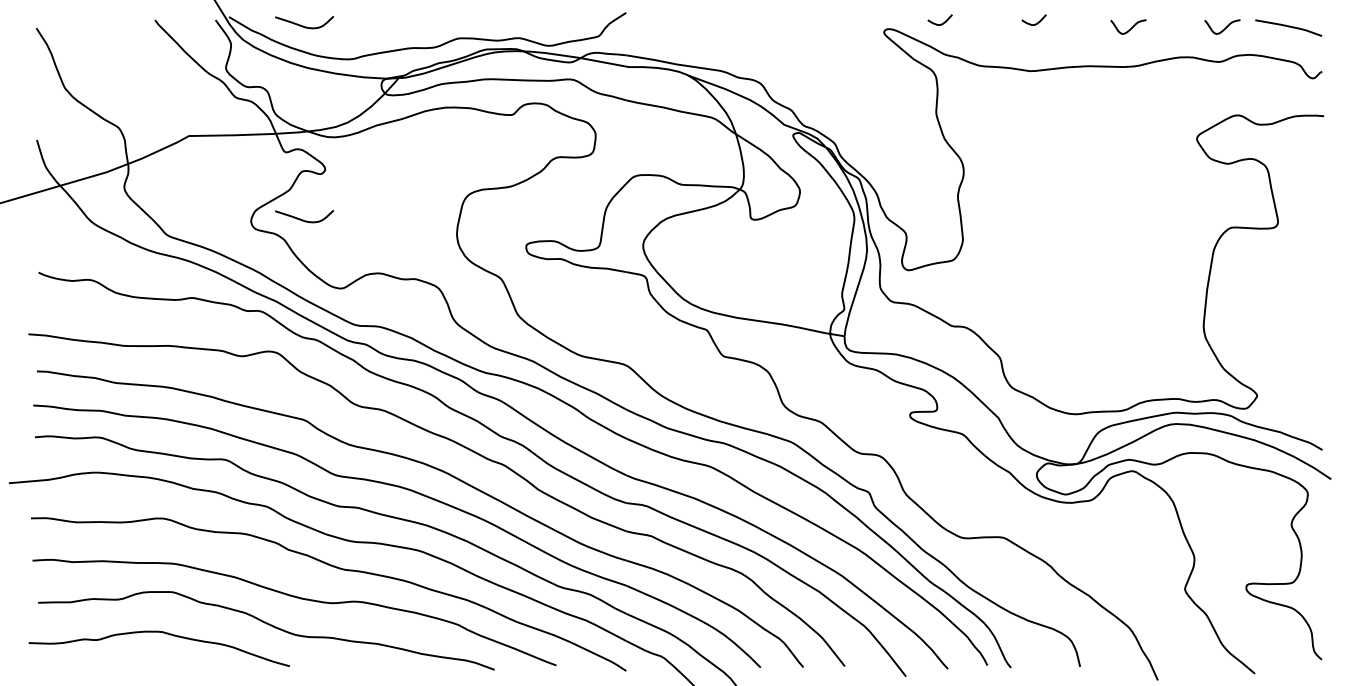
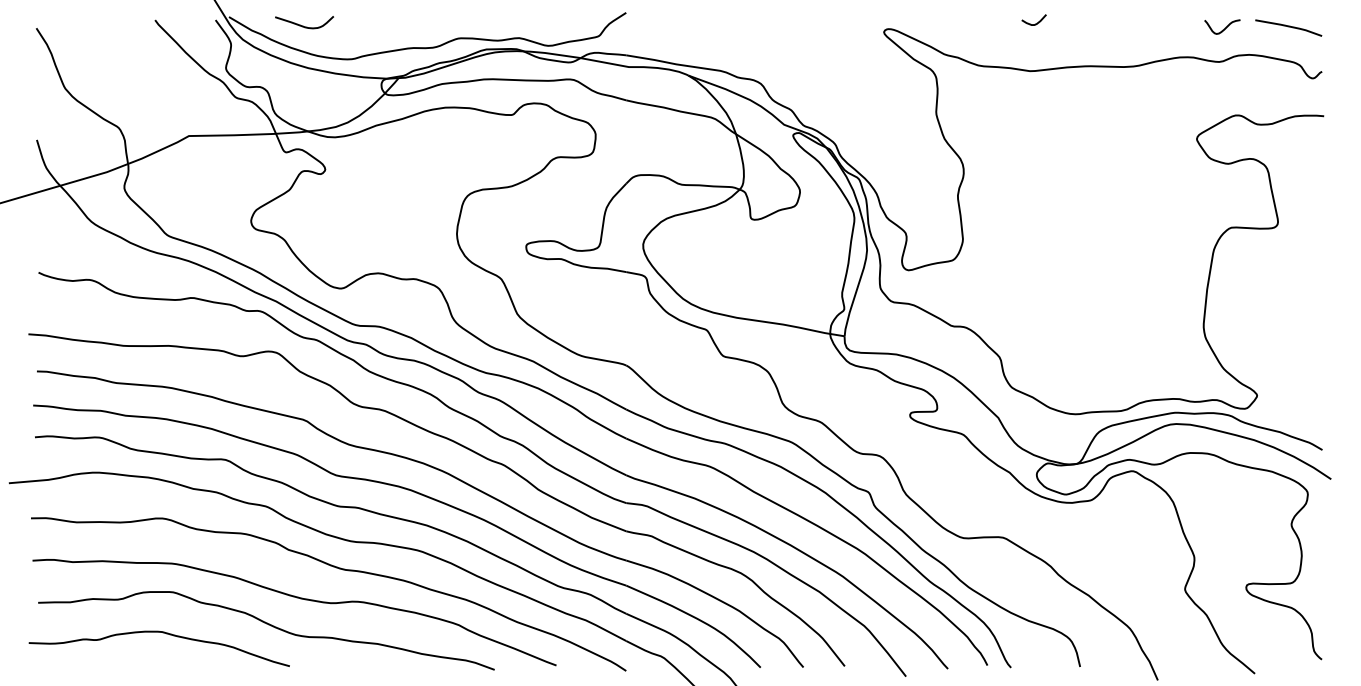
curve at (941, 23): present -> none
curve at (1130, 28): present -> none
curve at (303, 219): present -> none
